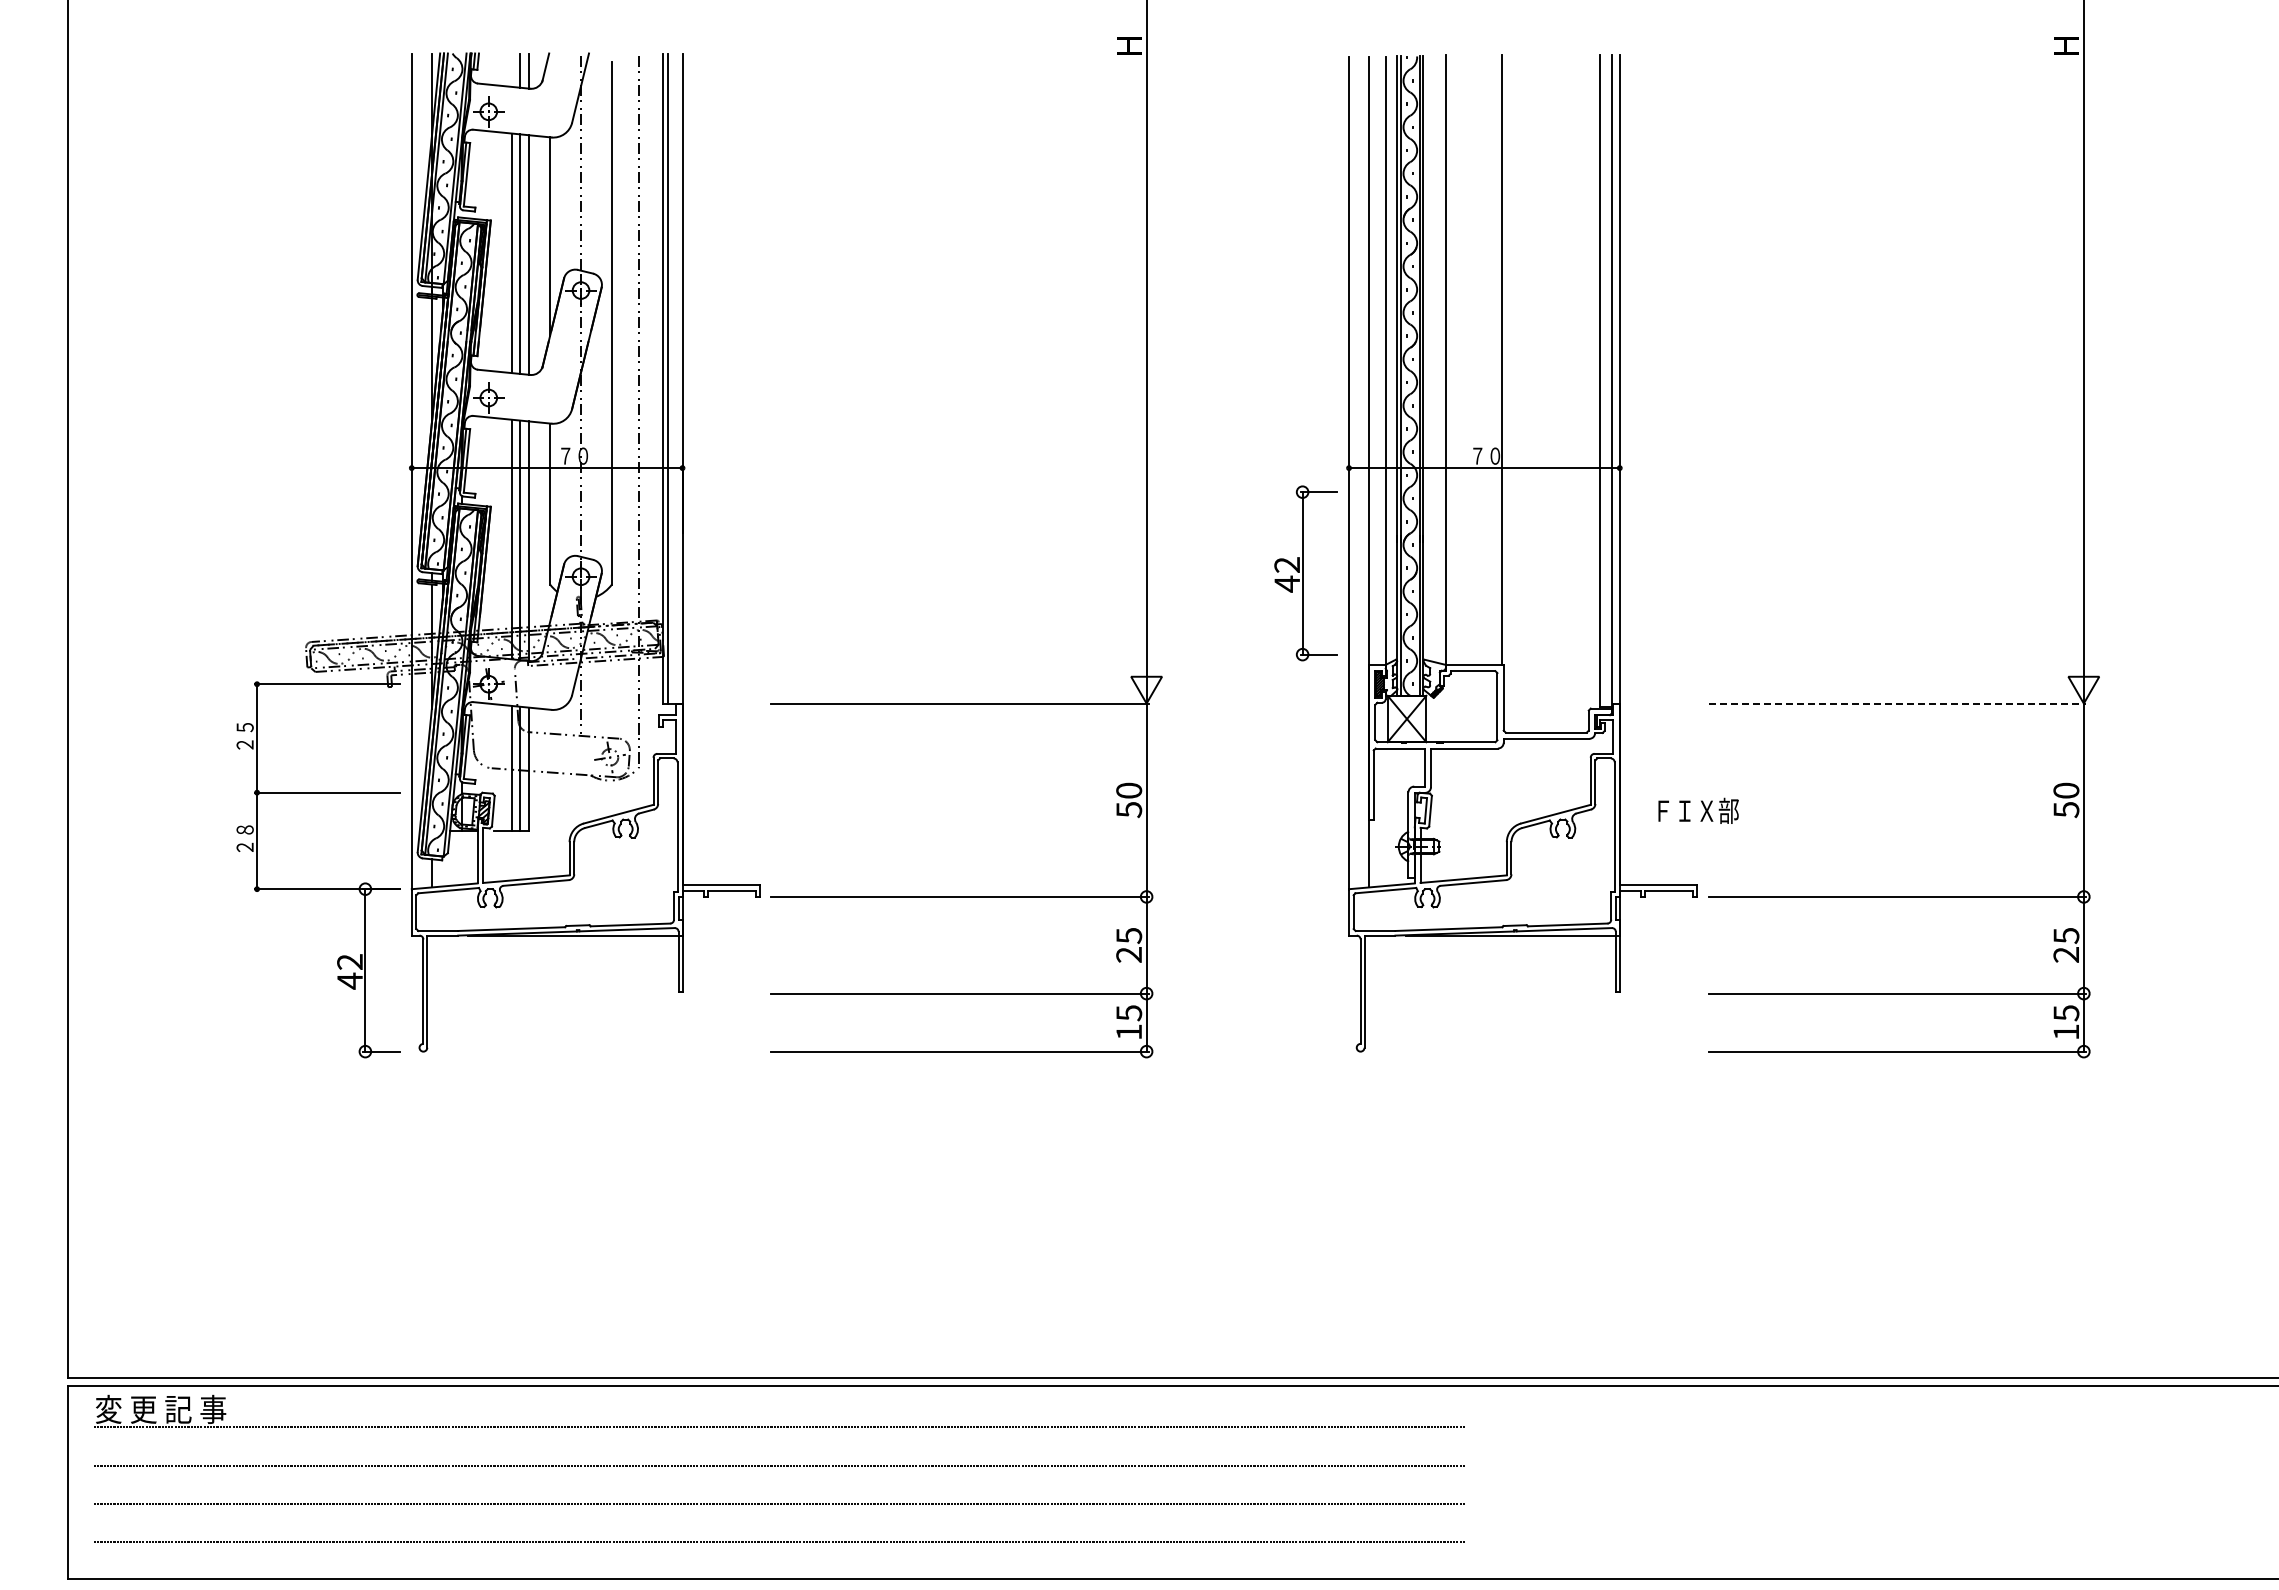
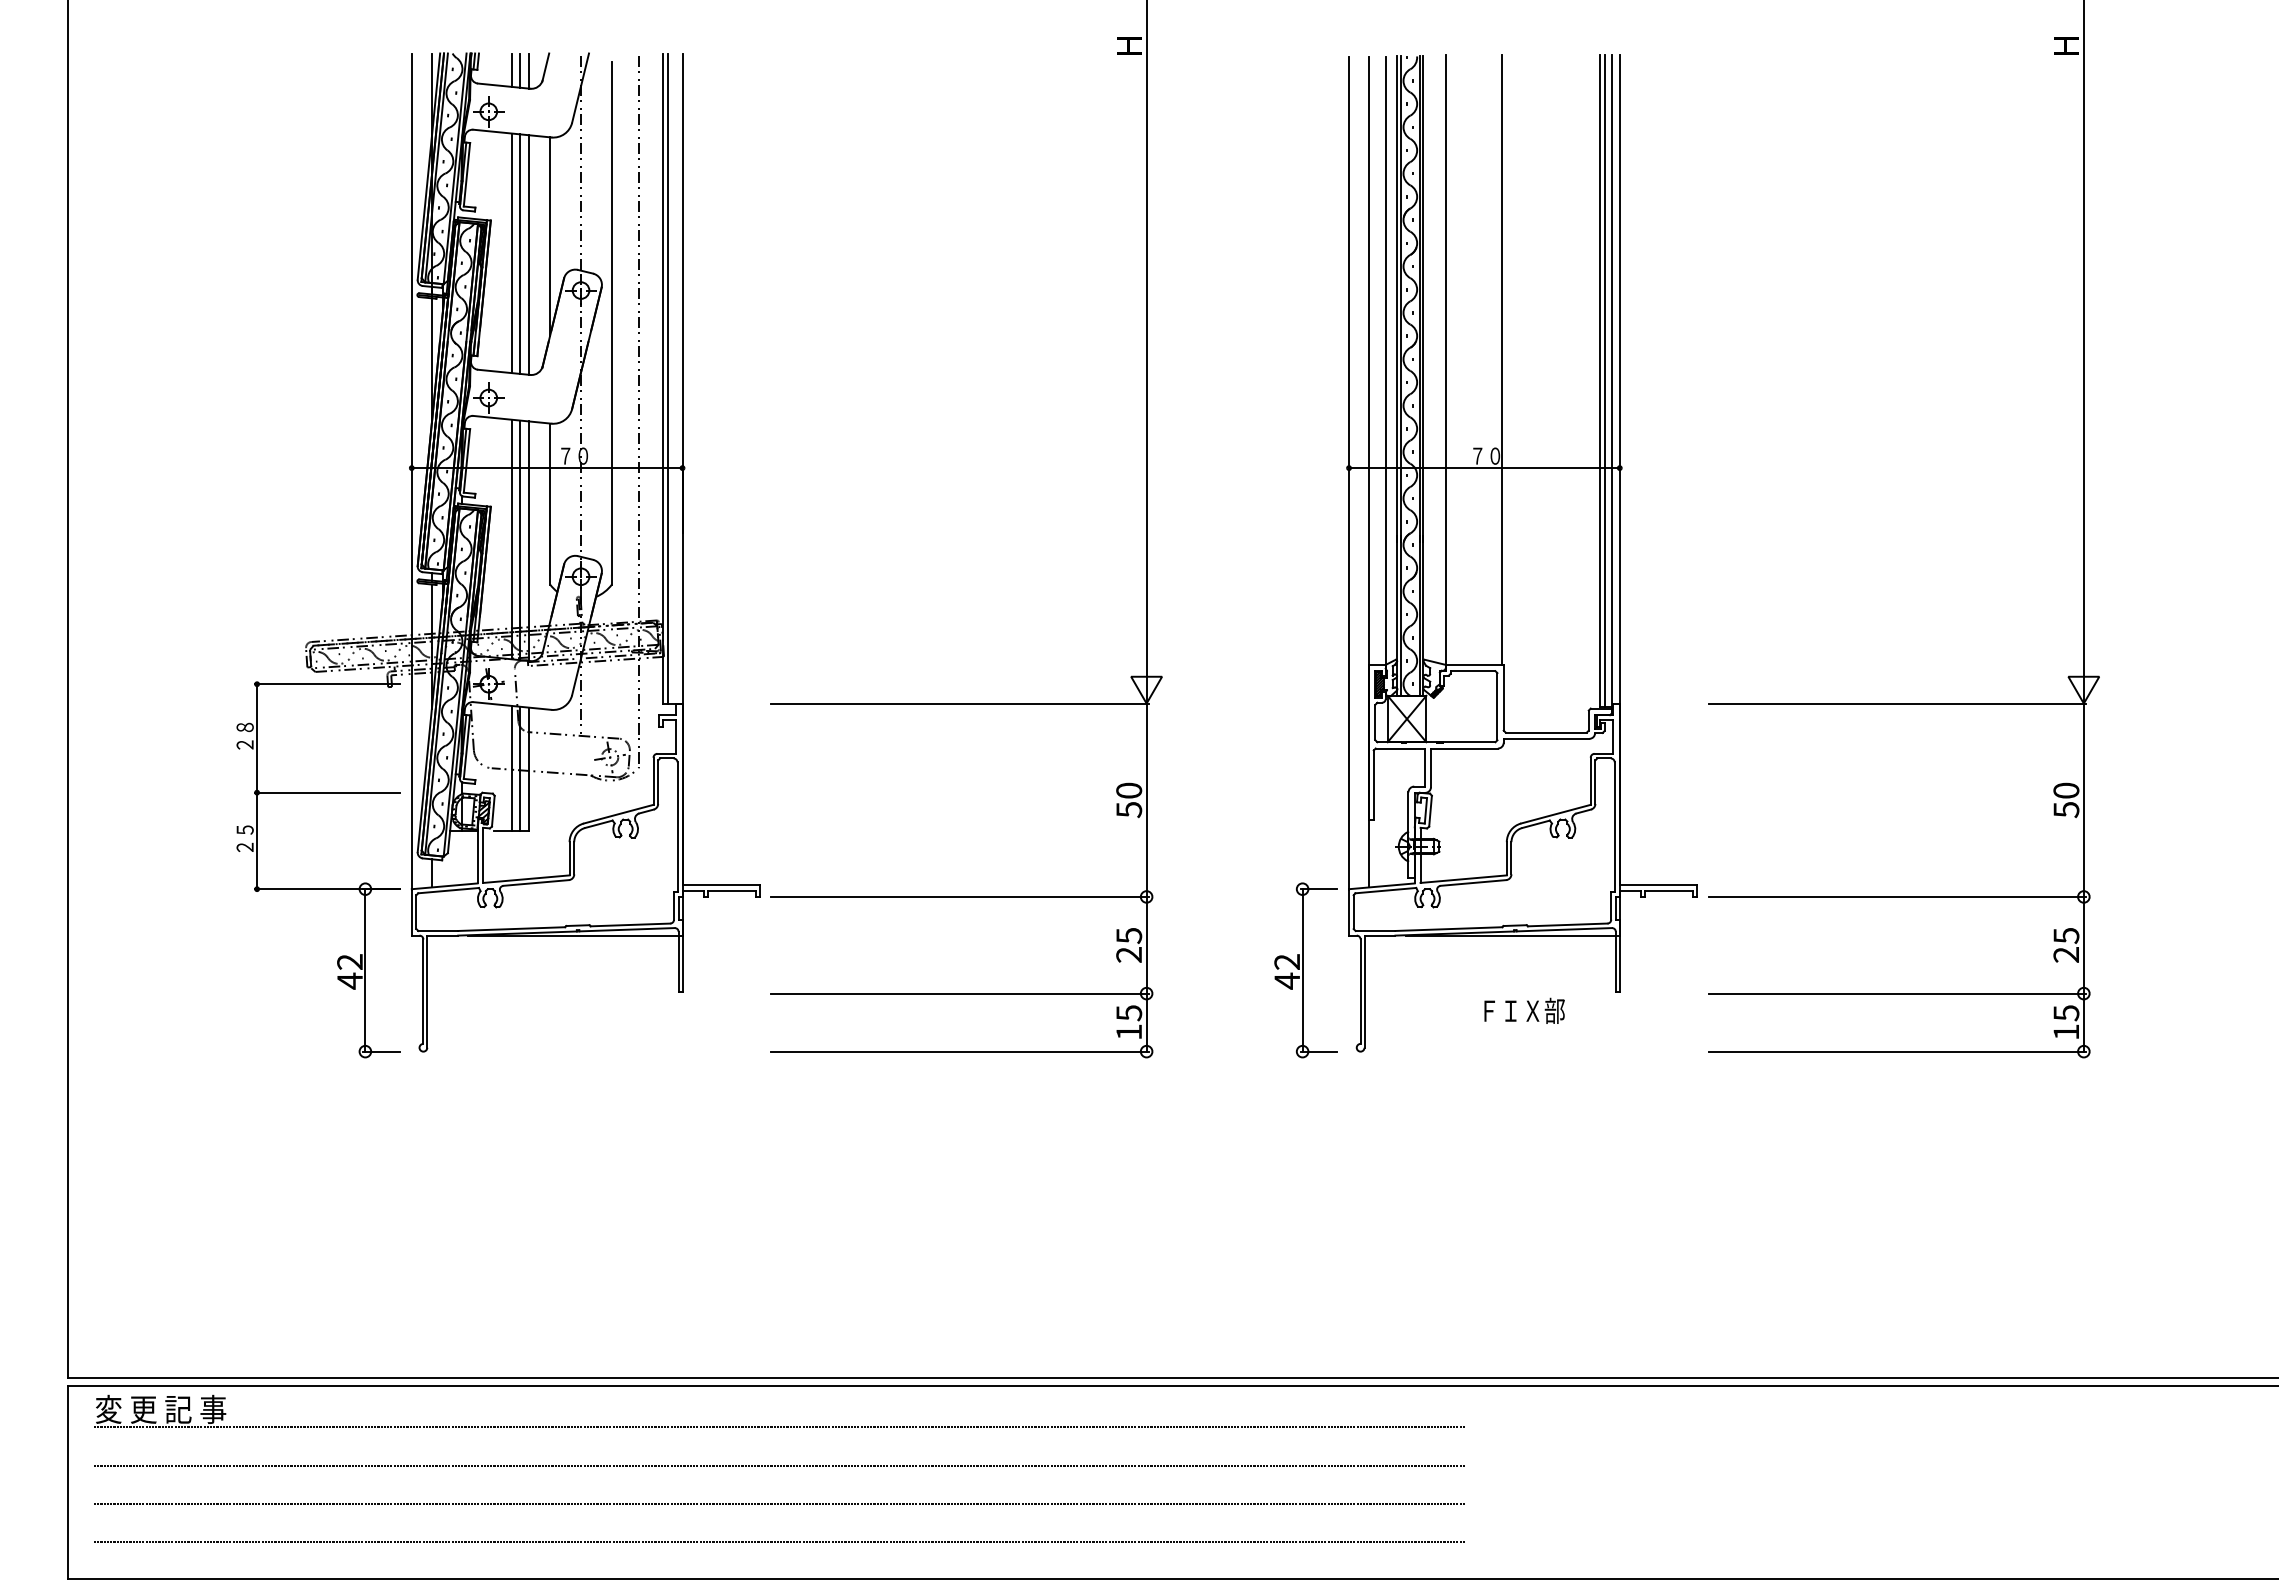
line at (511, 69): none -> present
line at (1605, 380): none -> present
part at (1305, 573) position: (1305, 573) -> (1305, 970)
line at (1897, 703): dashed -> solid
text at (244, 727): ２５ -> ２８
text at (1698, 810) position: (1698, 810) -> (1524, 1010)
text at (244, 829): ２８ -> ２５
